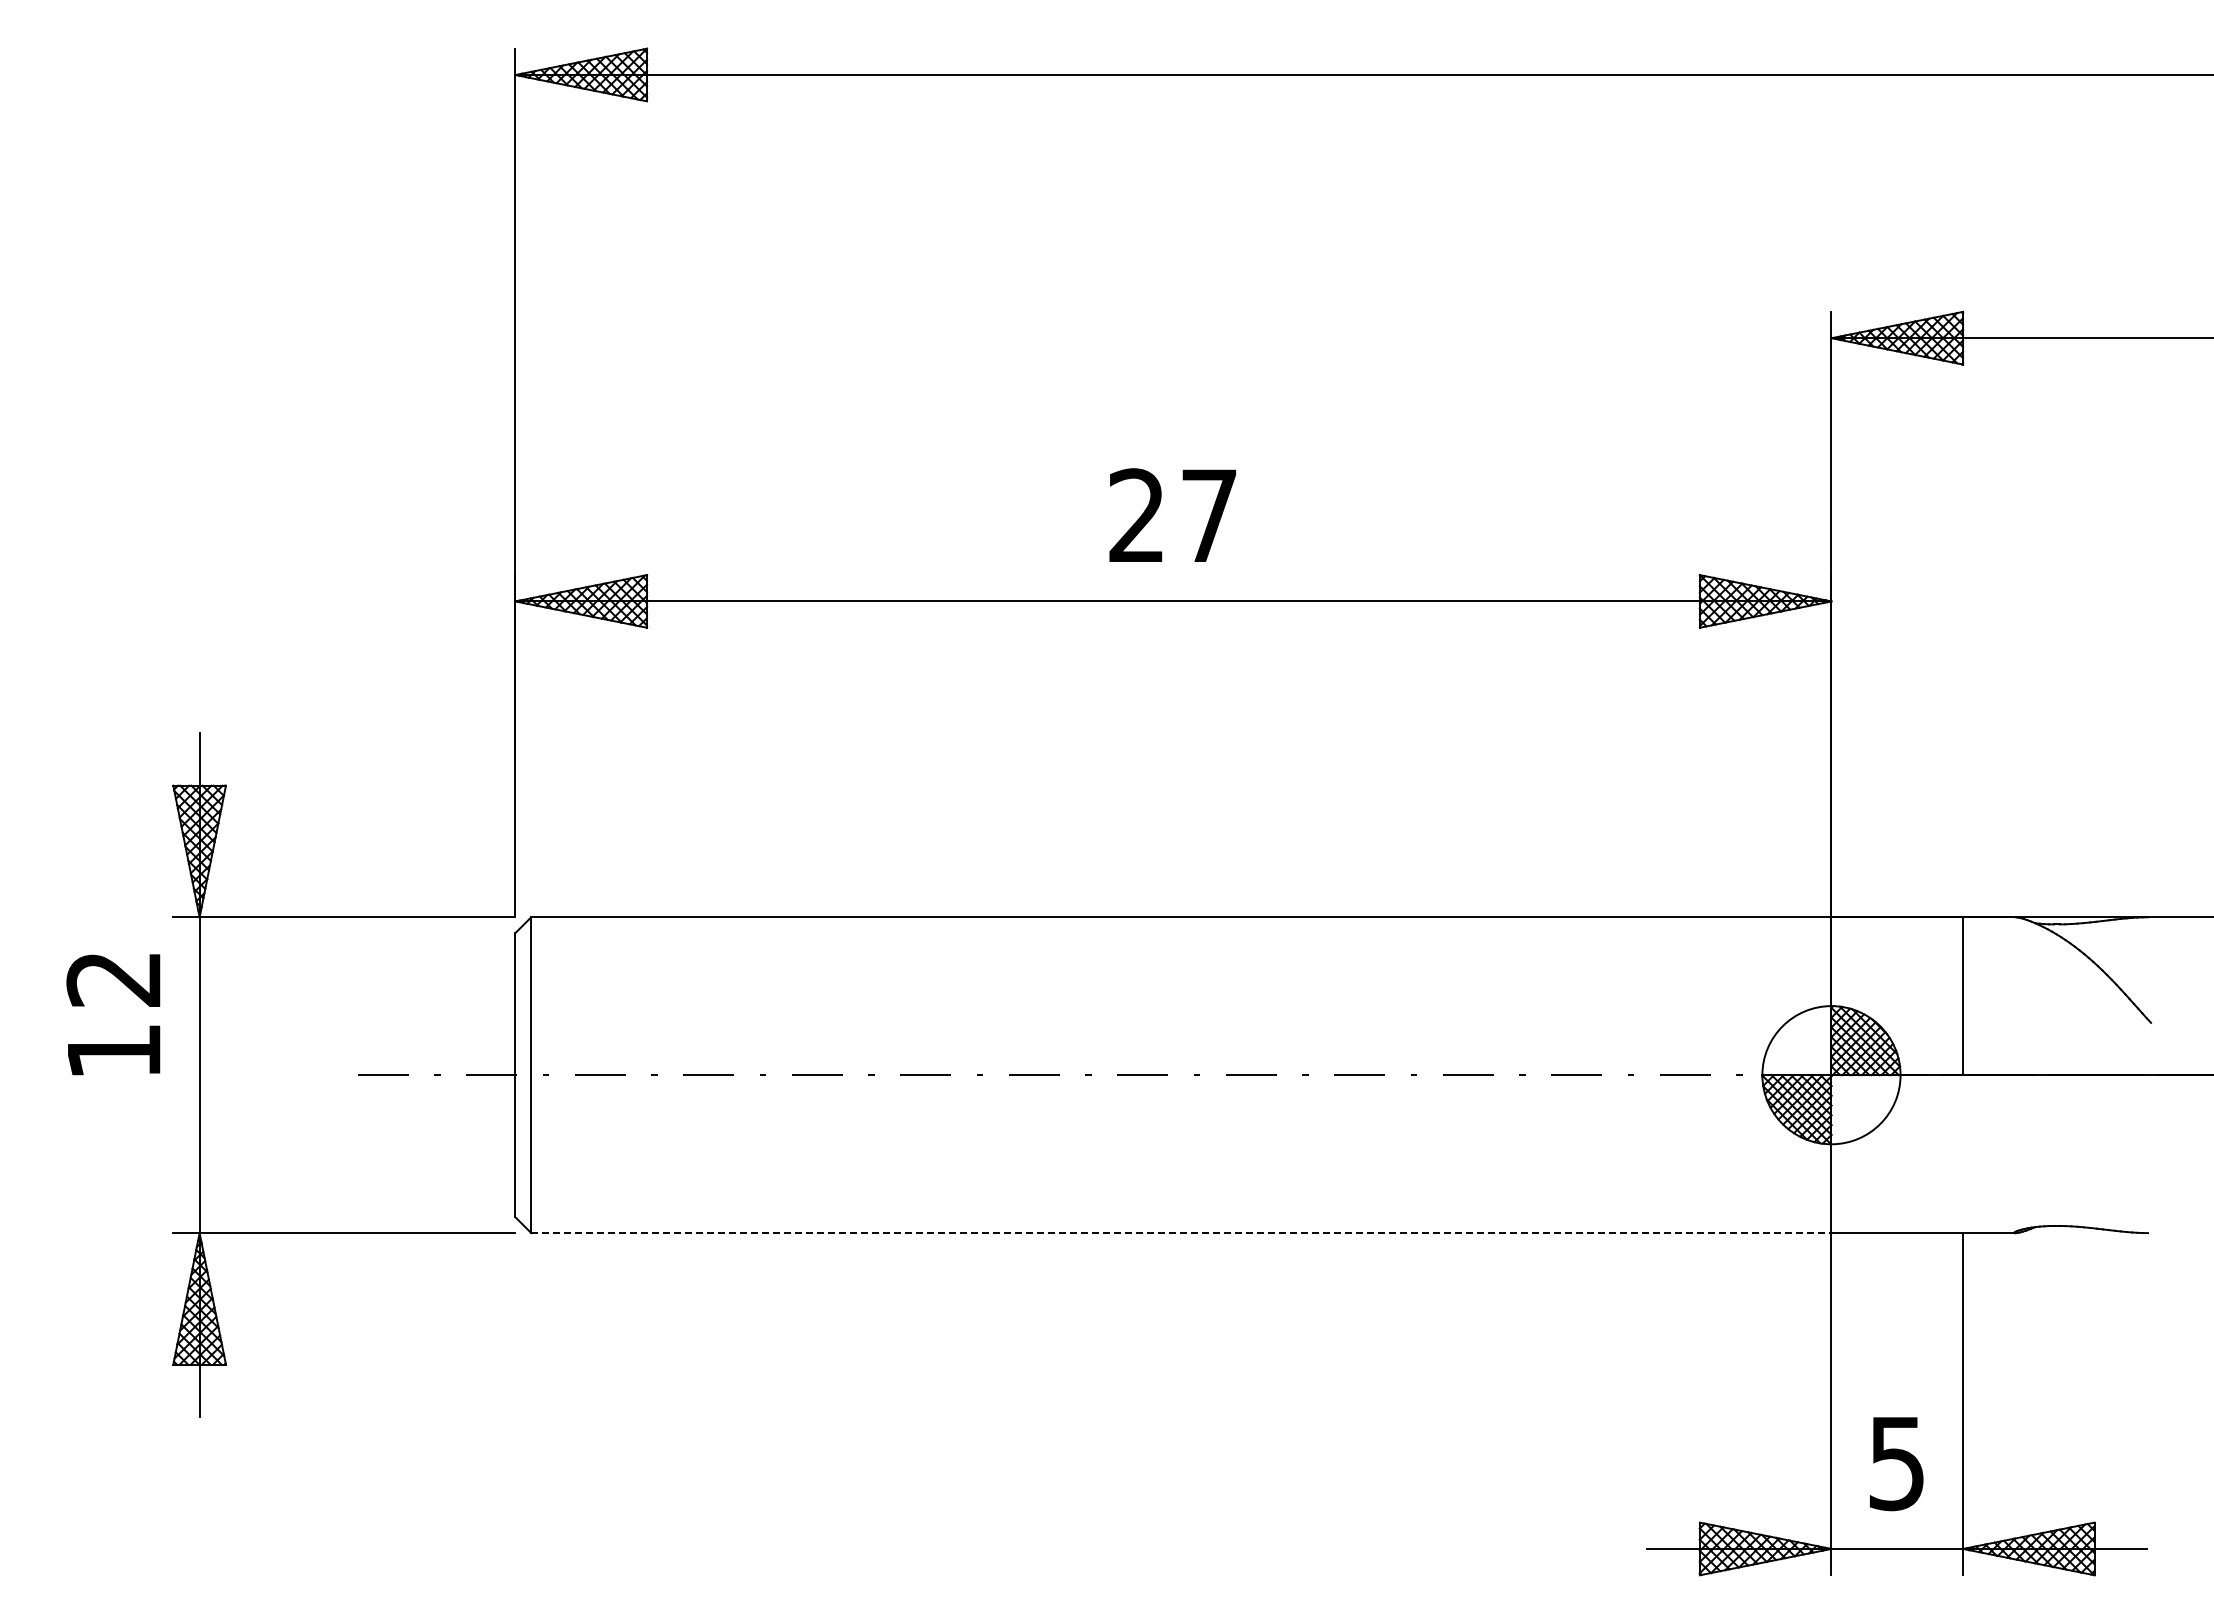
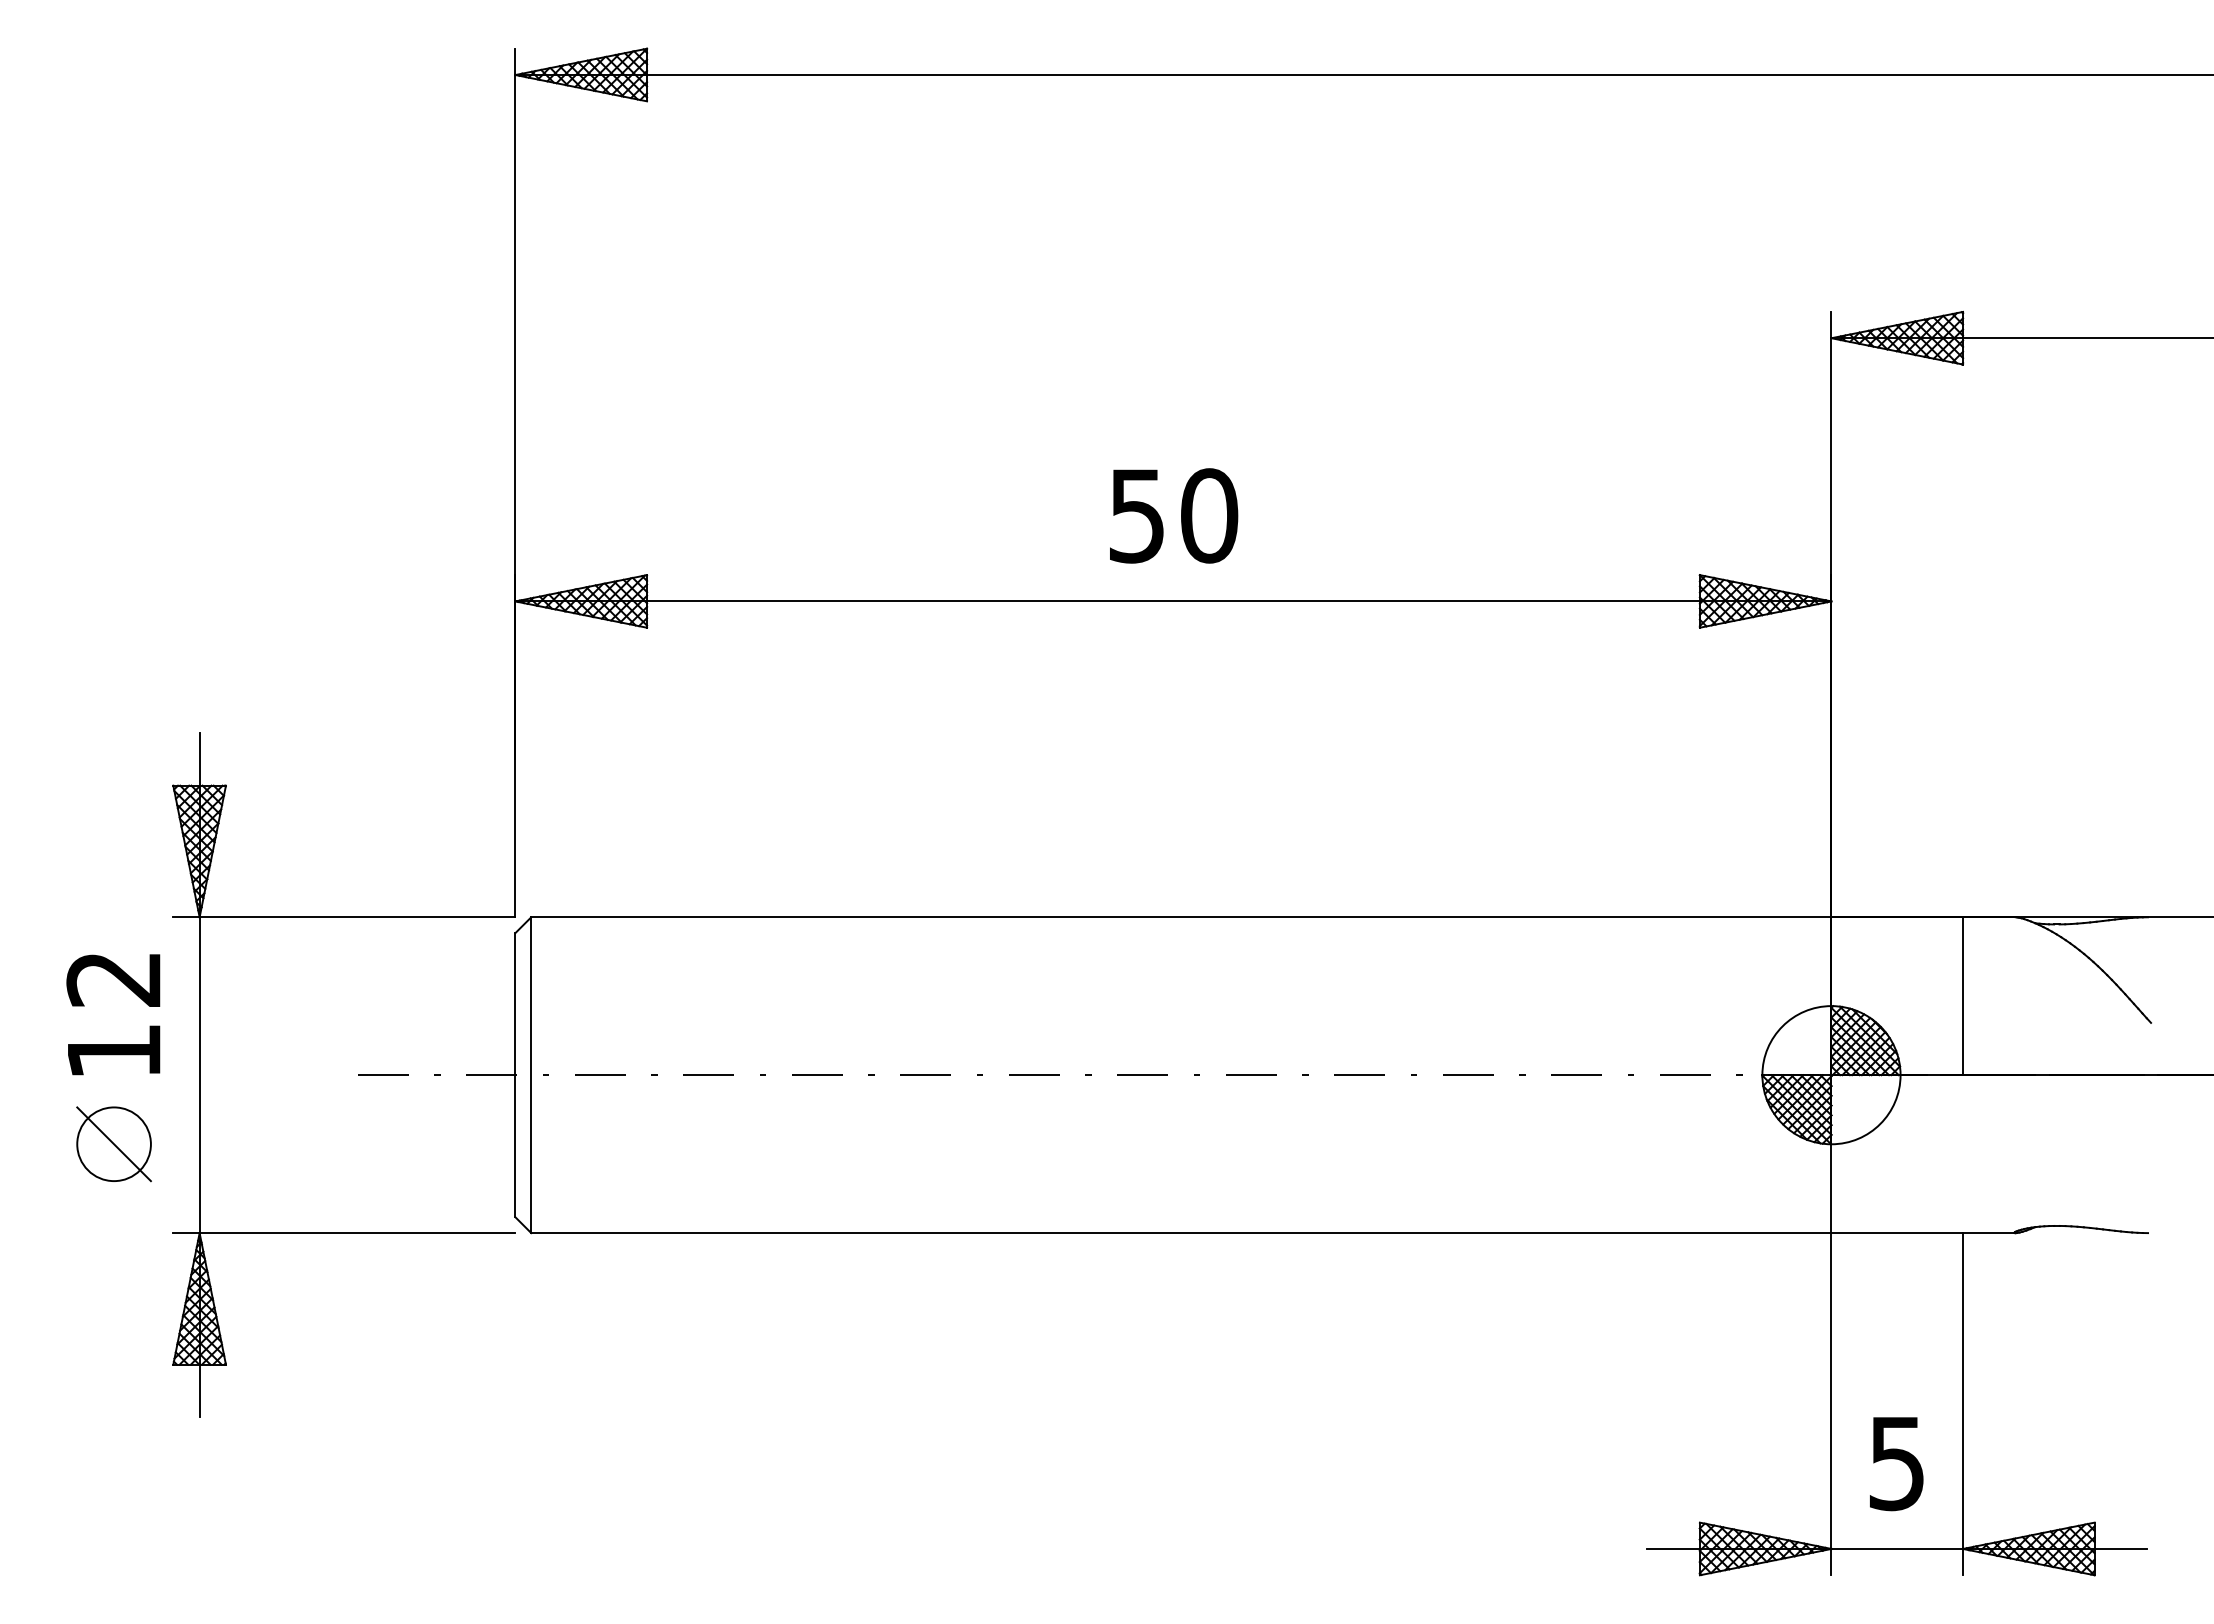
text at (1173, 515): 27 -> 50
part at (113, 1144): none -> present
line at (1181, 1233): dashed -> solid
